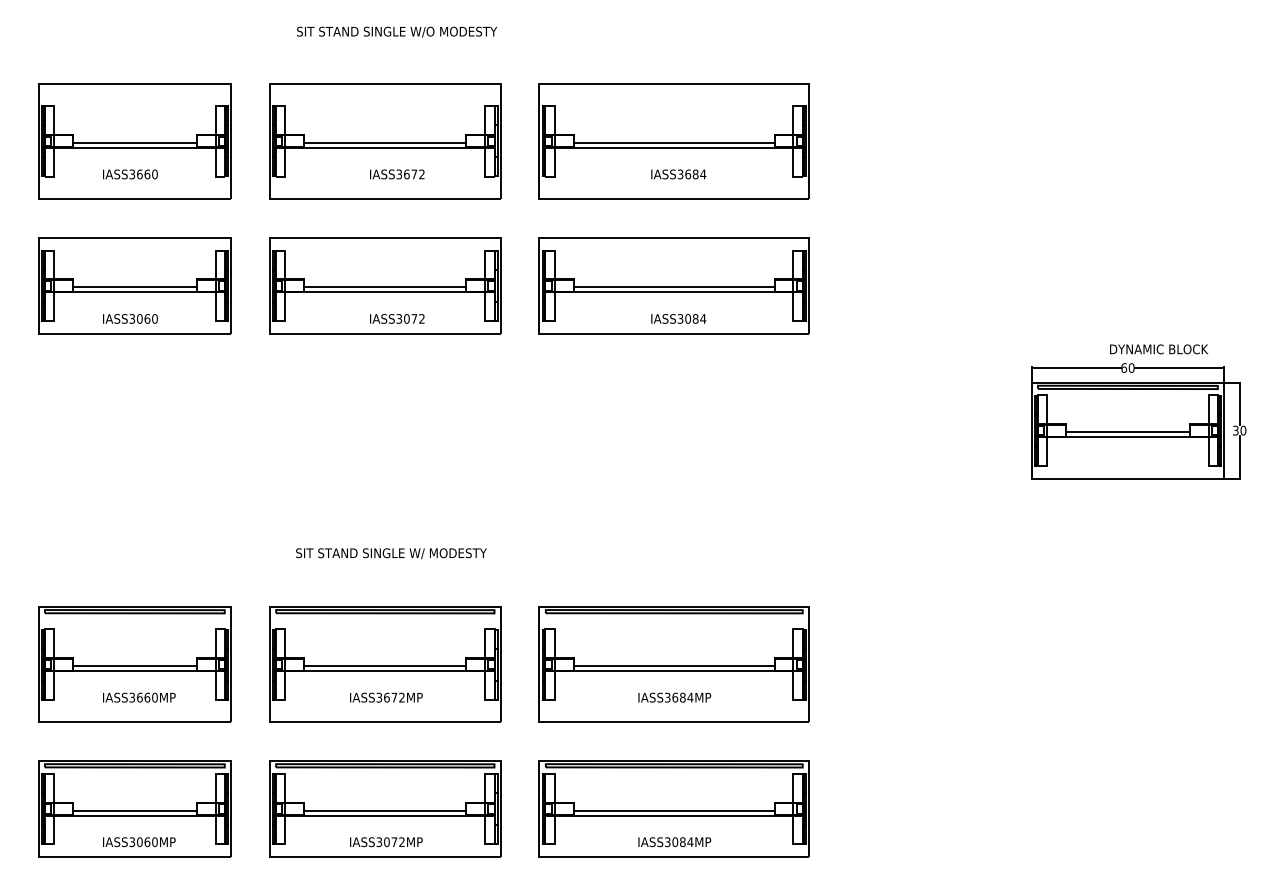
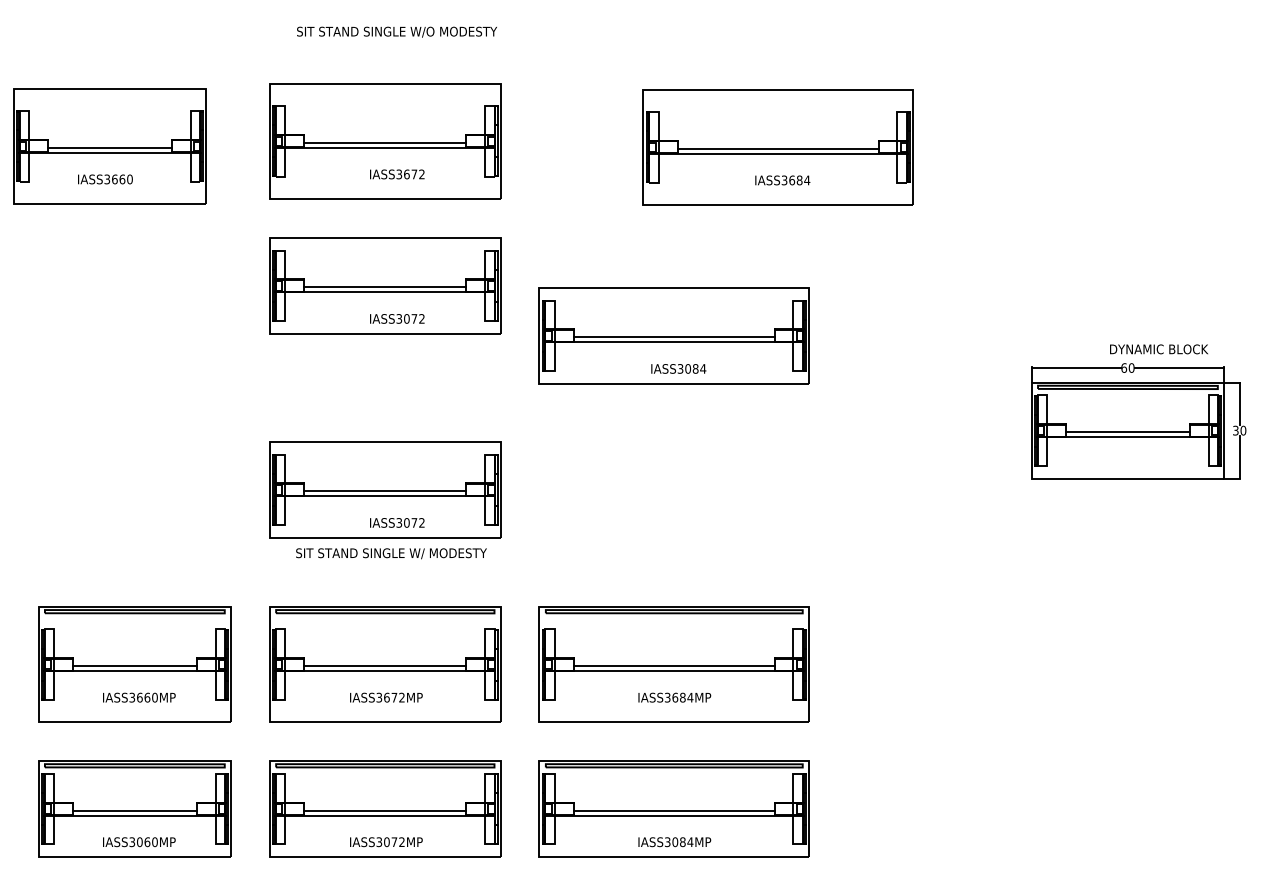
part at (134, 141) position: (134, 141) -> (109, 146)
part at (673, 141) position: (673, 141) -> (777, 147)
part at (134, 285): present -> none
part at (673, 285) position: (673, 285) -> (673, 335)
part at (385, 489): none -> present
